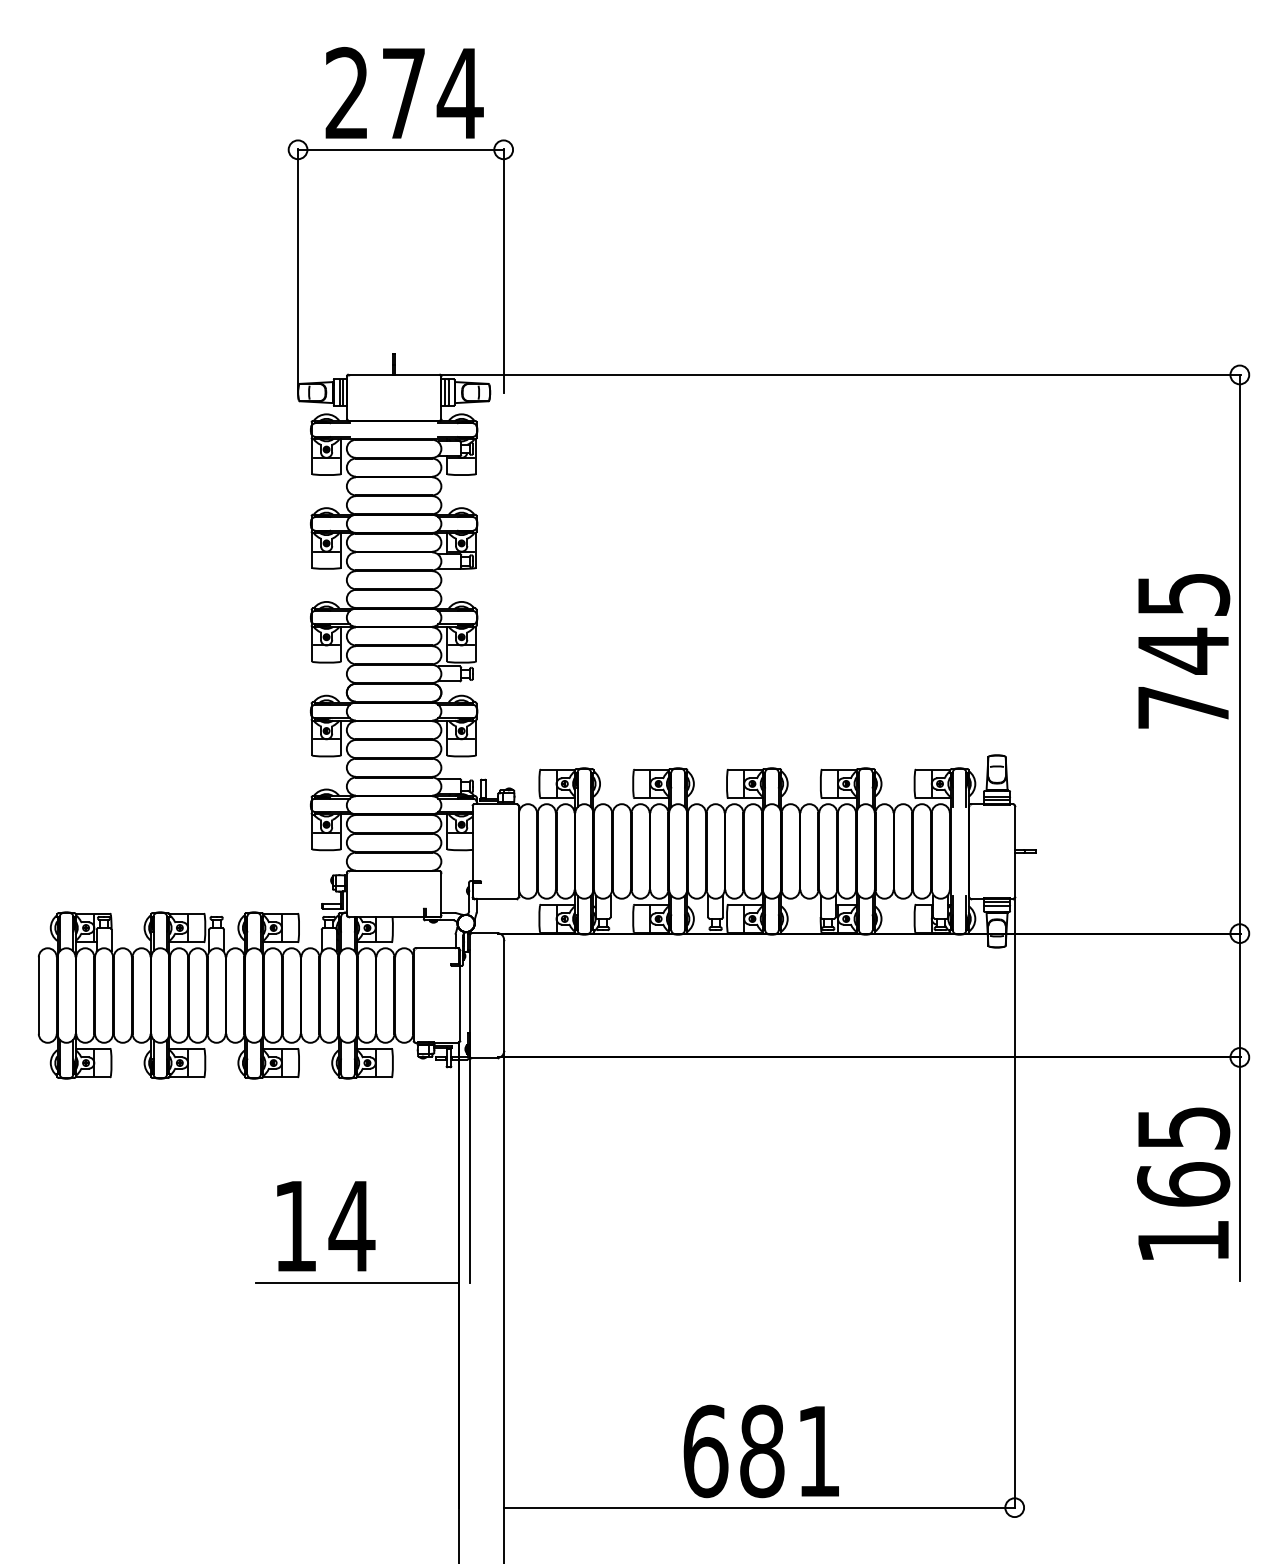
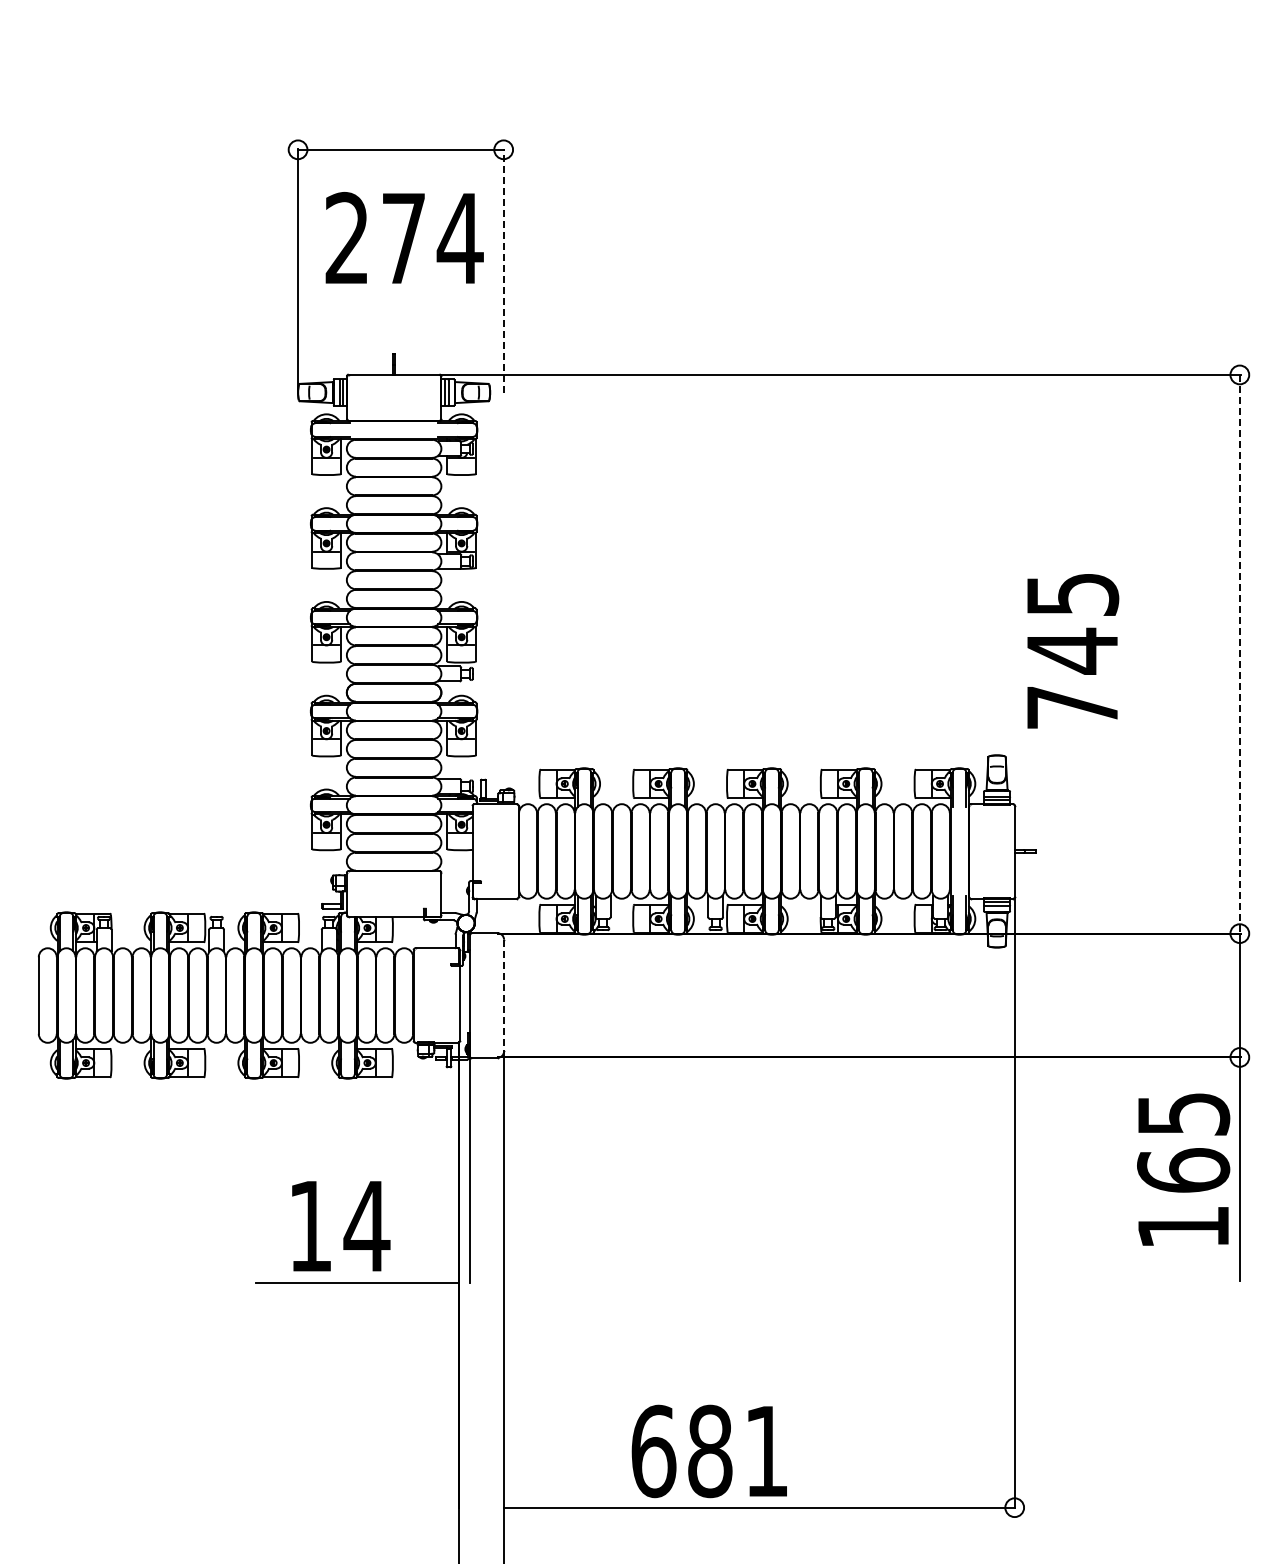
text at (404, 92) position: (404, 92) -> (404, 237)
line at (503, 270): solid -> dashed
text at (1184, 651) position: (1184, 651) -> (1073, 651)
line at (1239, 654): solid -> dashed
line at (504, 995): solid -> dashed
text at (1183, 1183) position: (1183, 1183) -> (1183, 1169)
text at (326, 1226) position: (326, 1226) -> (341, 1226)
text at (760, 1451) position: (760, 1451) -> (708, 1451)
